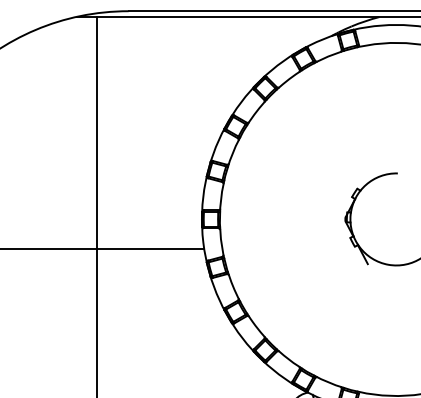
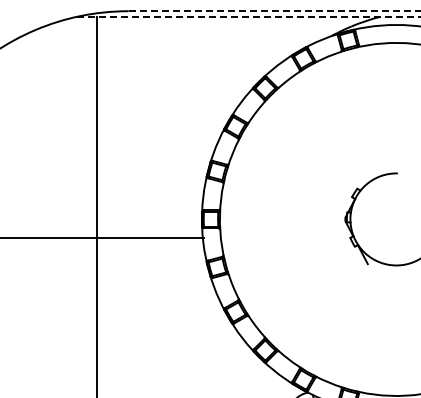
line at (274, 11): solid -> dashed
line at (249, 17): solid -> dashed
line at (103, 249) position: (103, 249) -> (103, 238)
